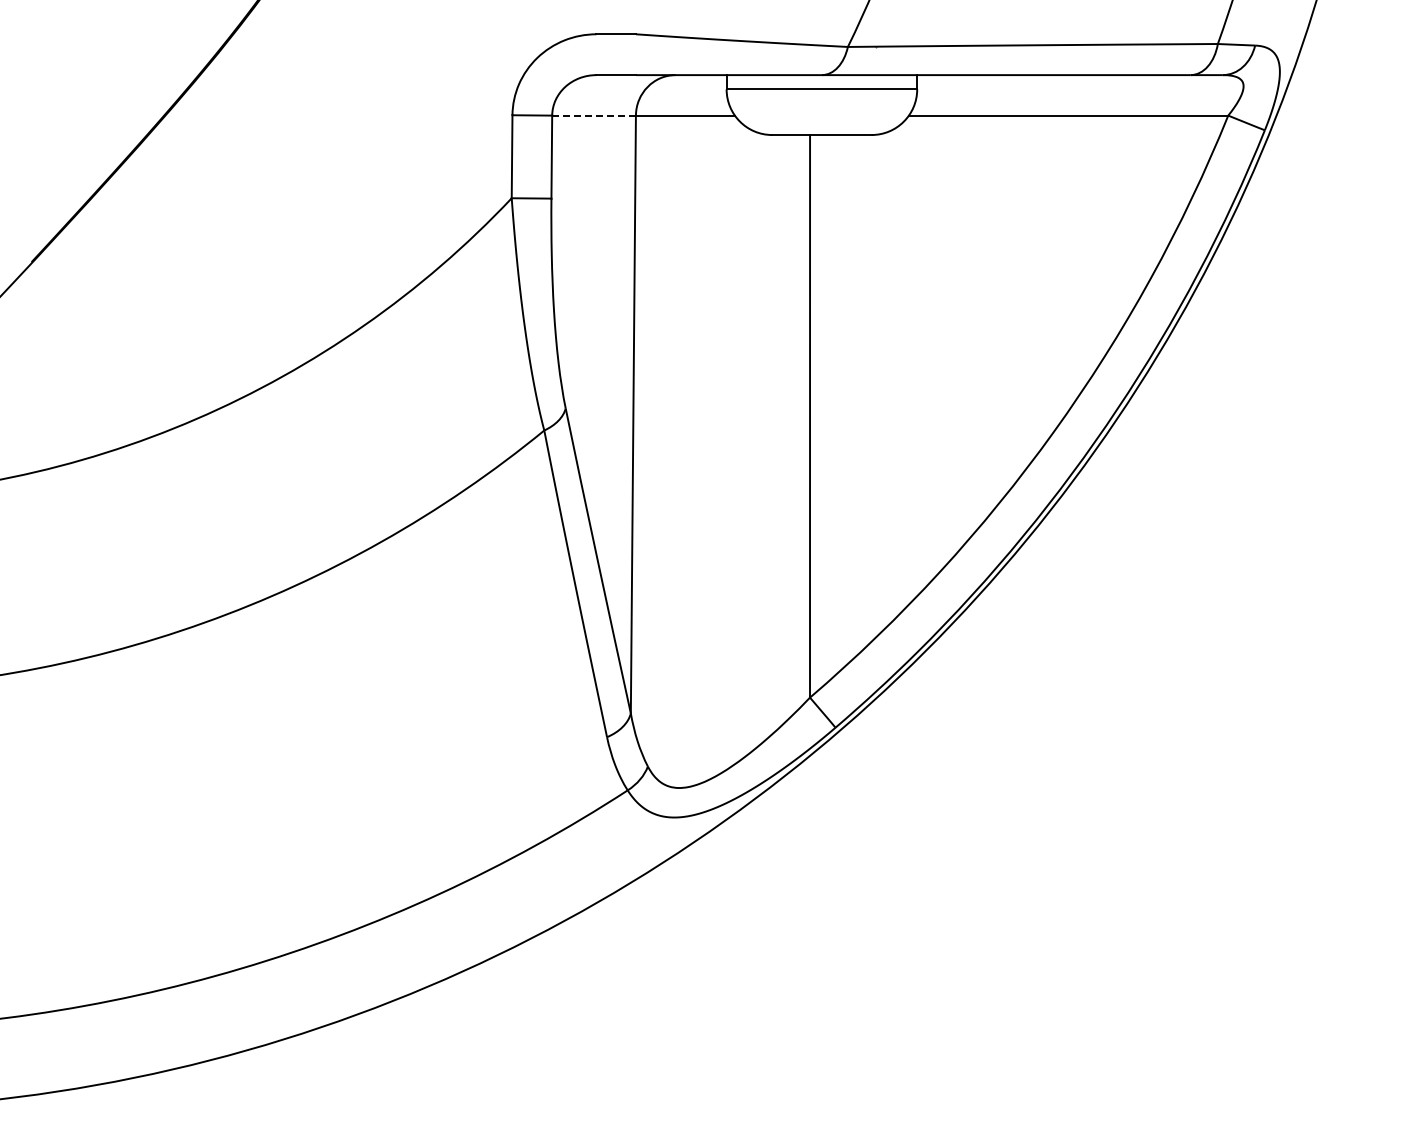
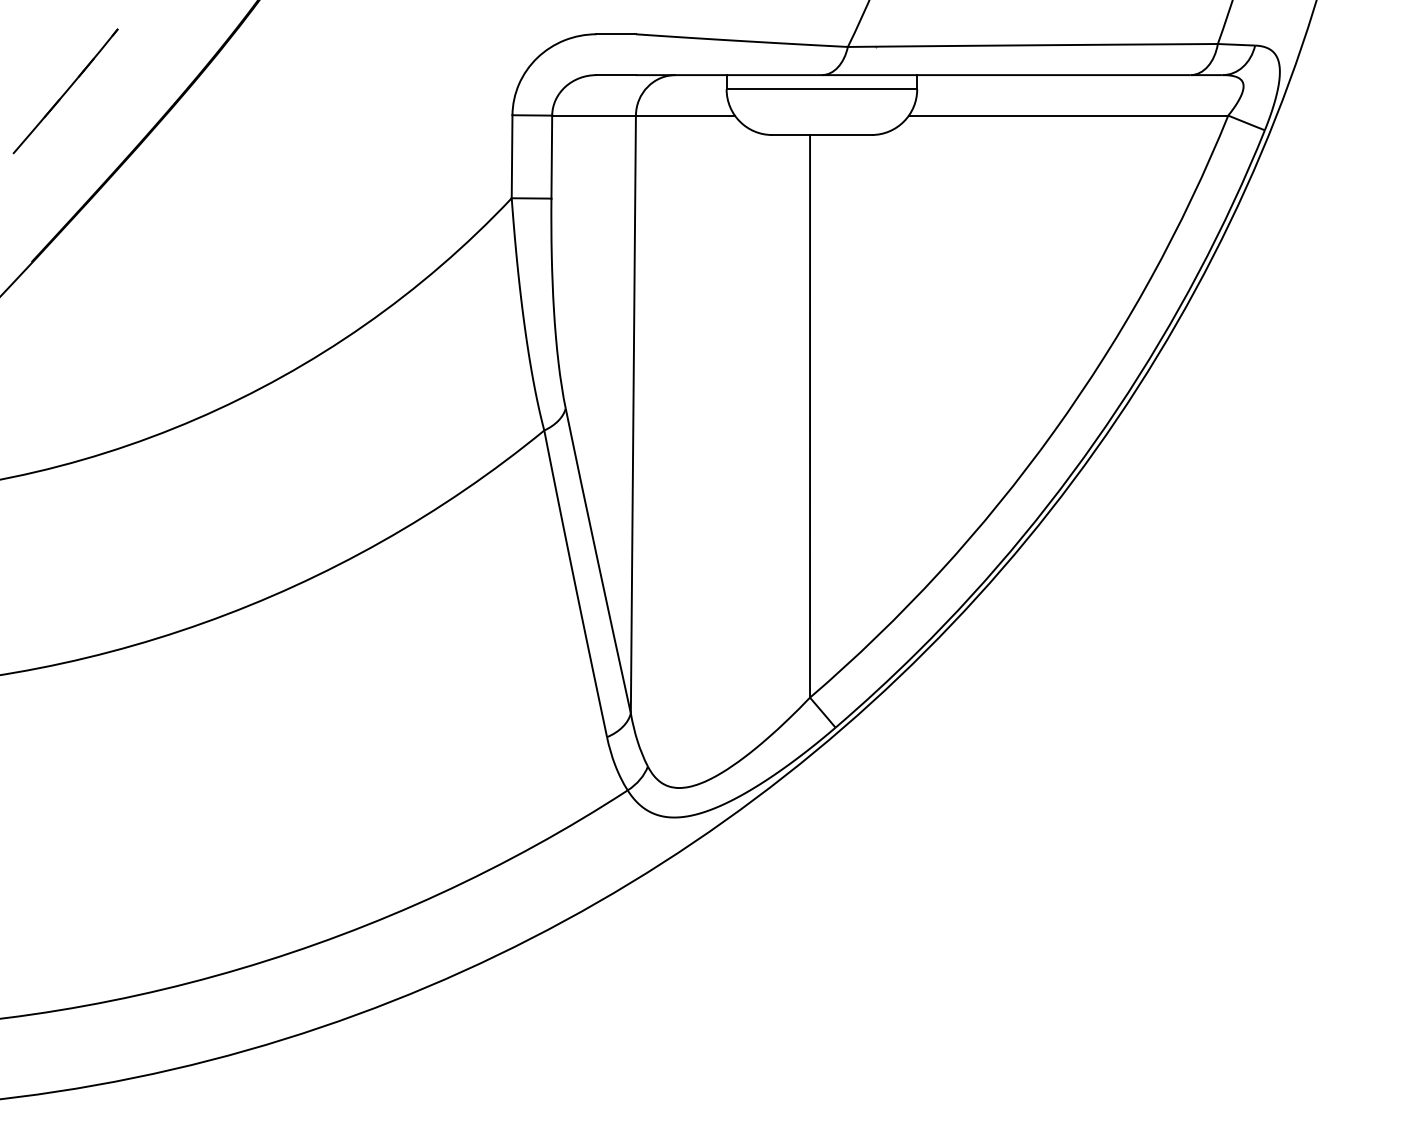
line at (65, 91): none -> present
line at (594, 115): dashed -> solid
